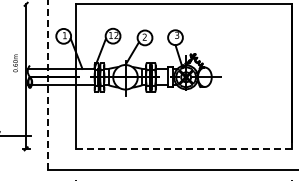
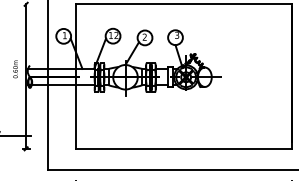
text at (15, 63) position: (15, 63) -> (15, 69)
line at (48, 84): dashed -> solid
line at (183, 148): dashed -> solid
